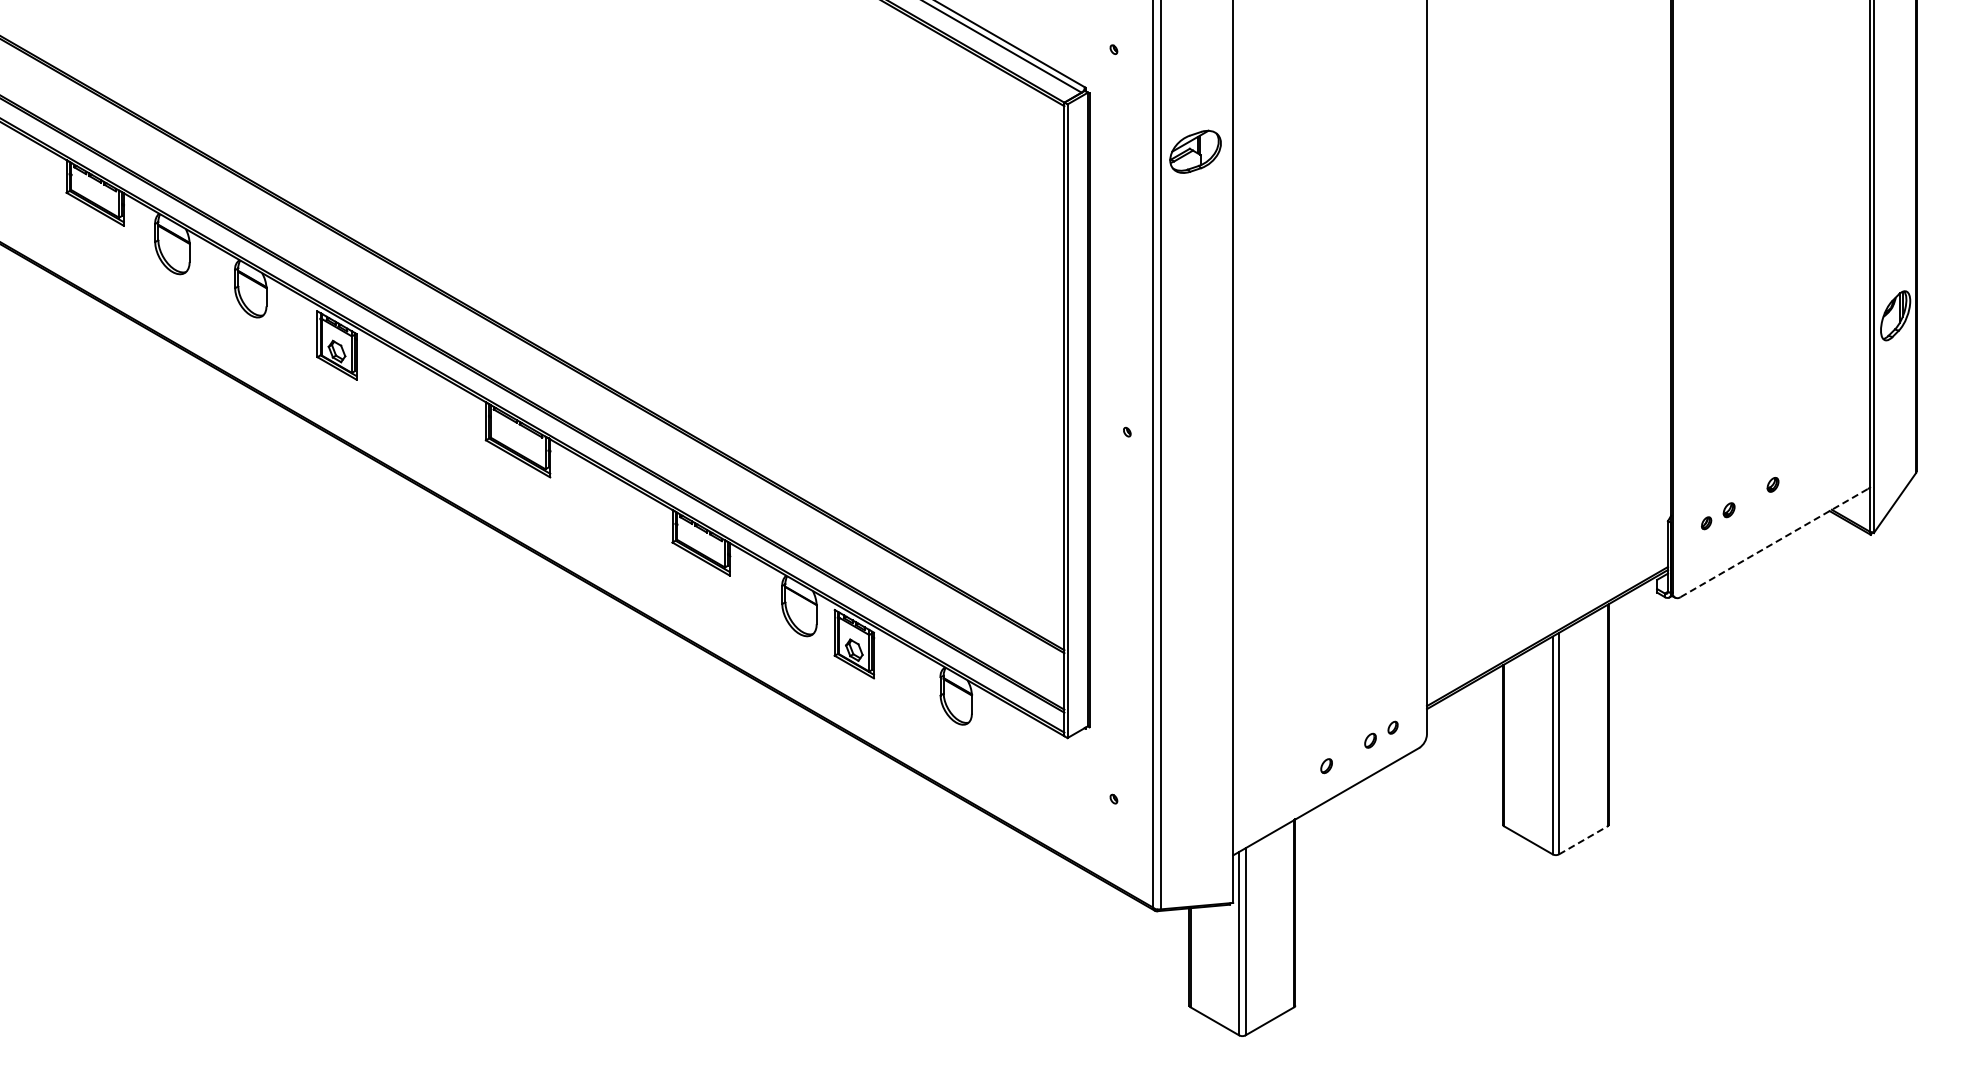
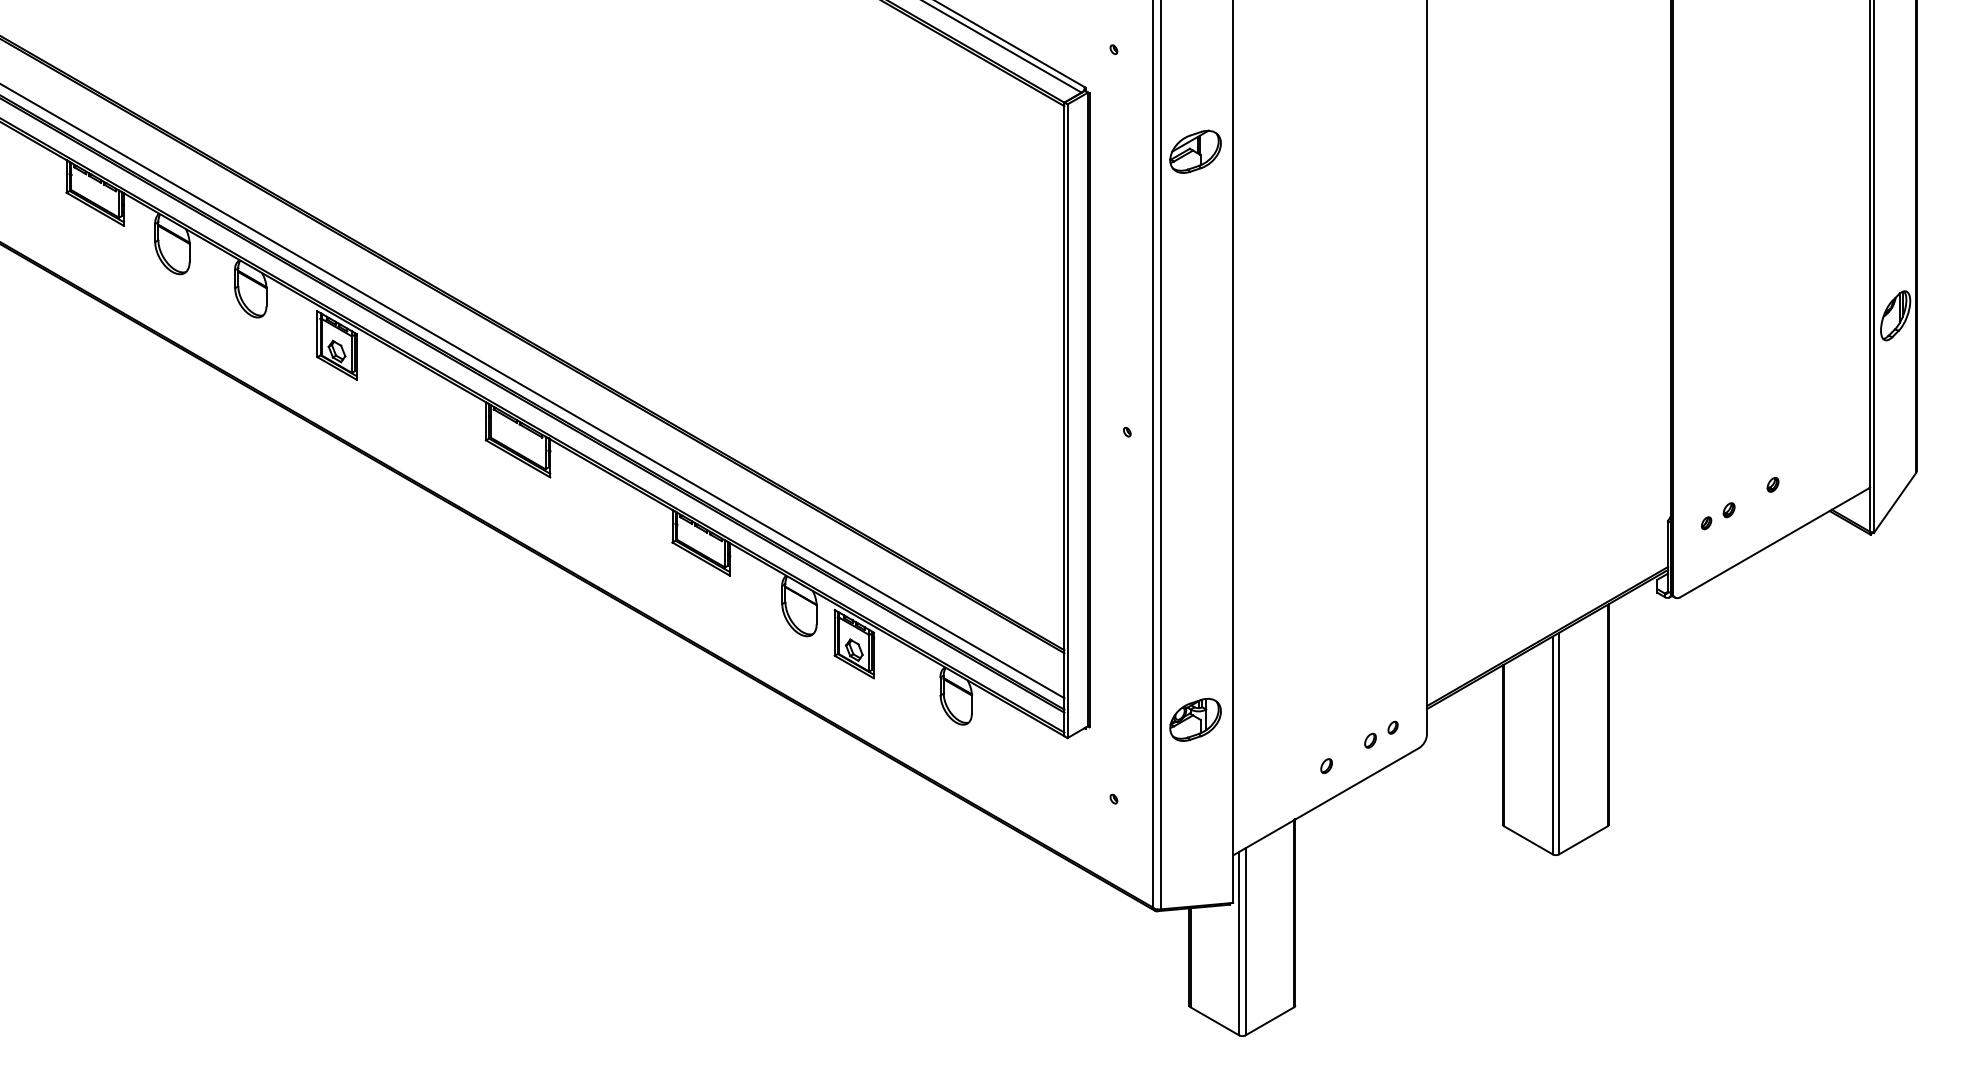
line at (533, 391): none -> present
line at (1774, 542): dashed -> solid
part at (1195, 719): none -> present
line at (1583, 840): dashed -> solid
